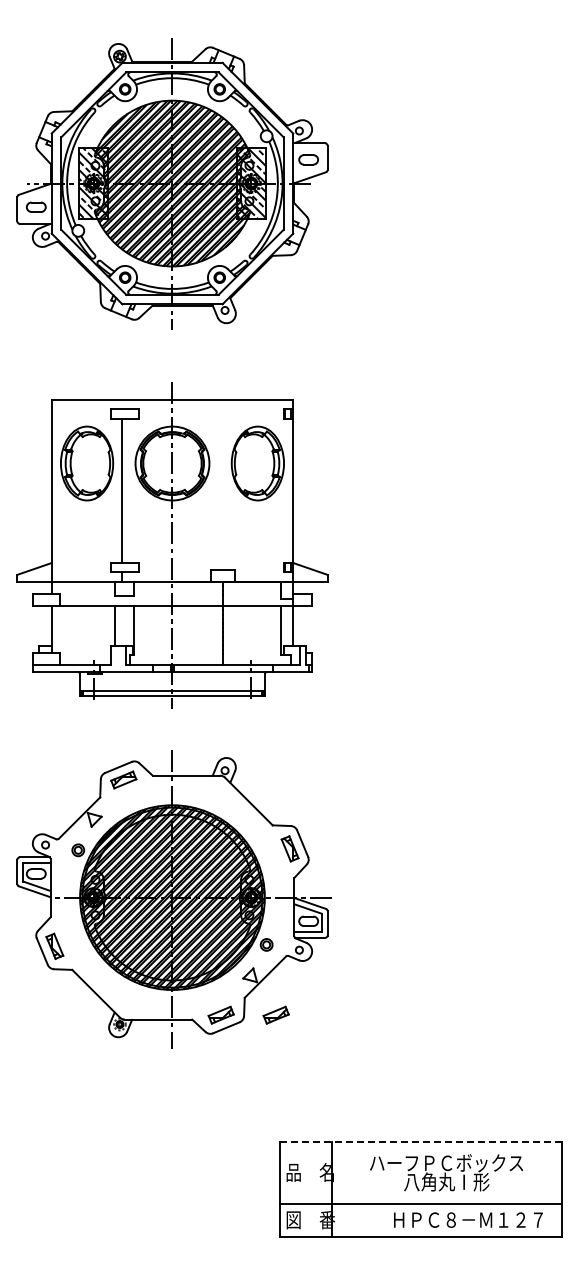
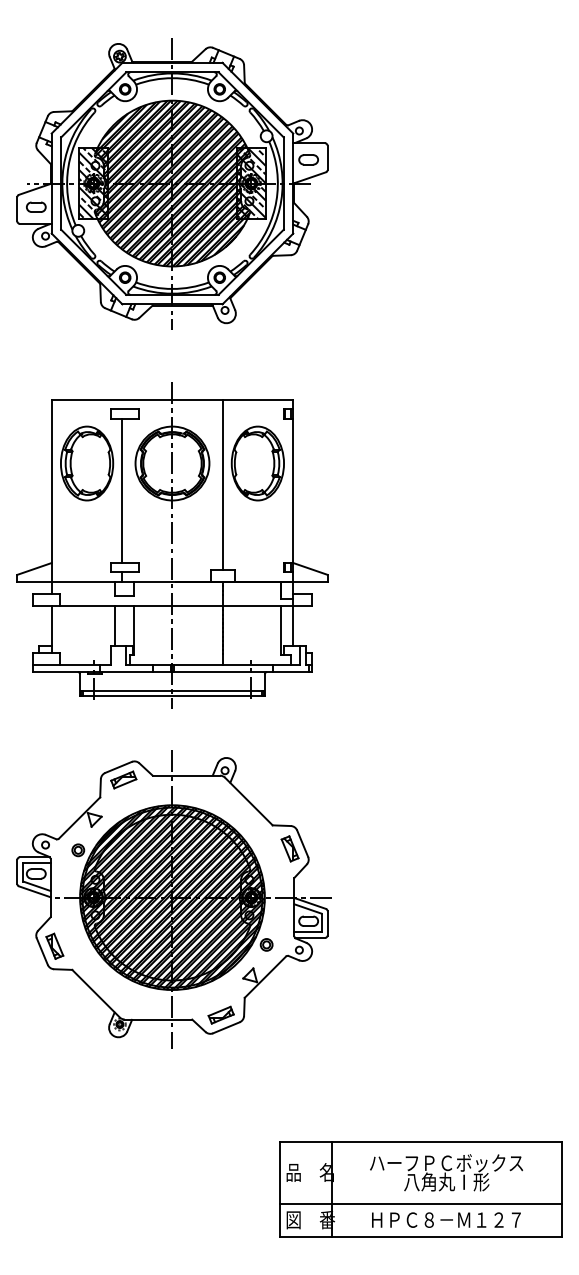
line at (222, 484): none -> present
part at (275, 1014): present -> none
line at (420, 1142): dashed -> solid
text at (468, 1219) position: (468, 1219) -> (446, 1219)
